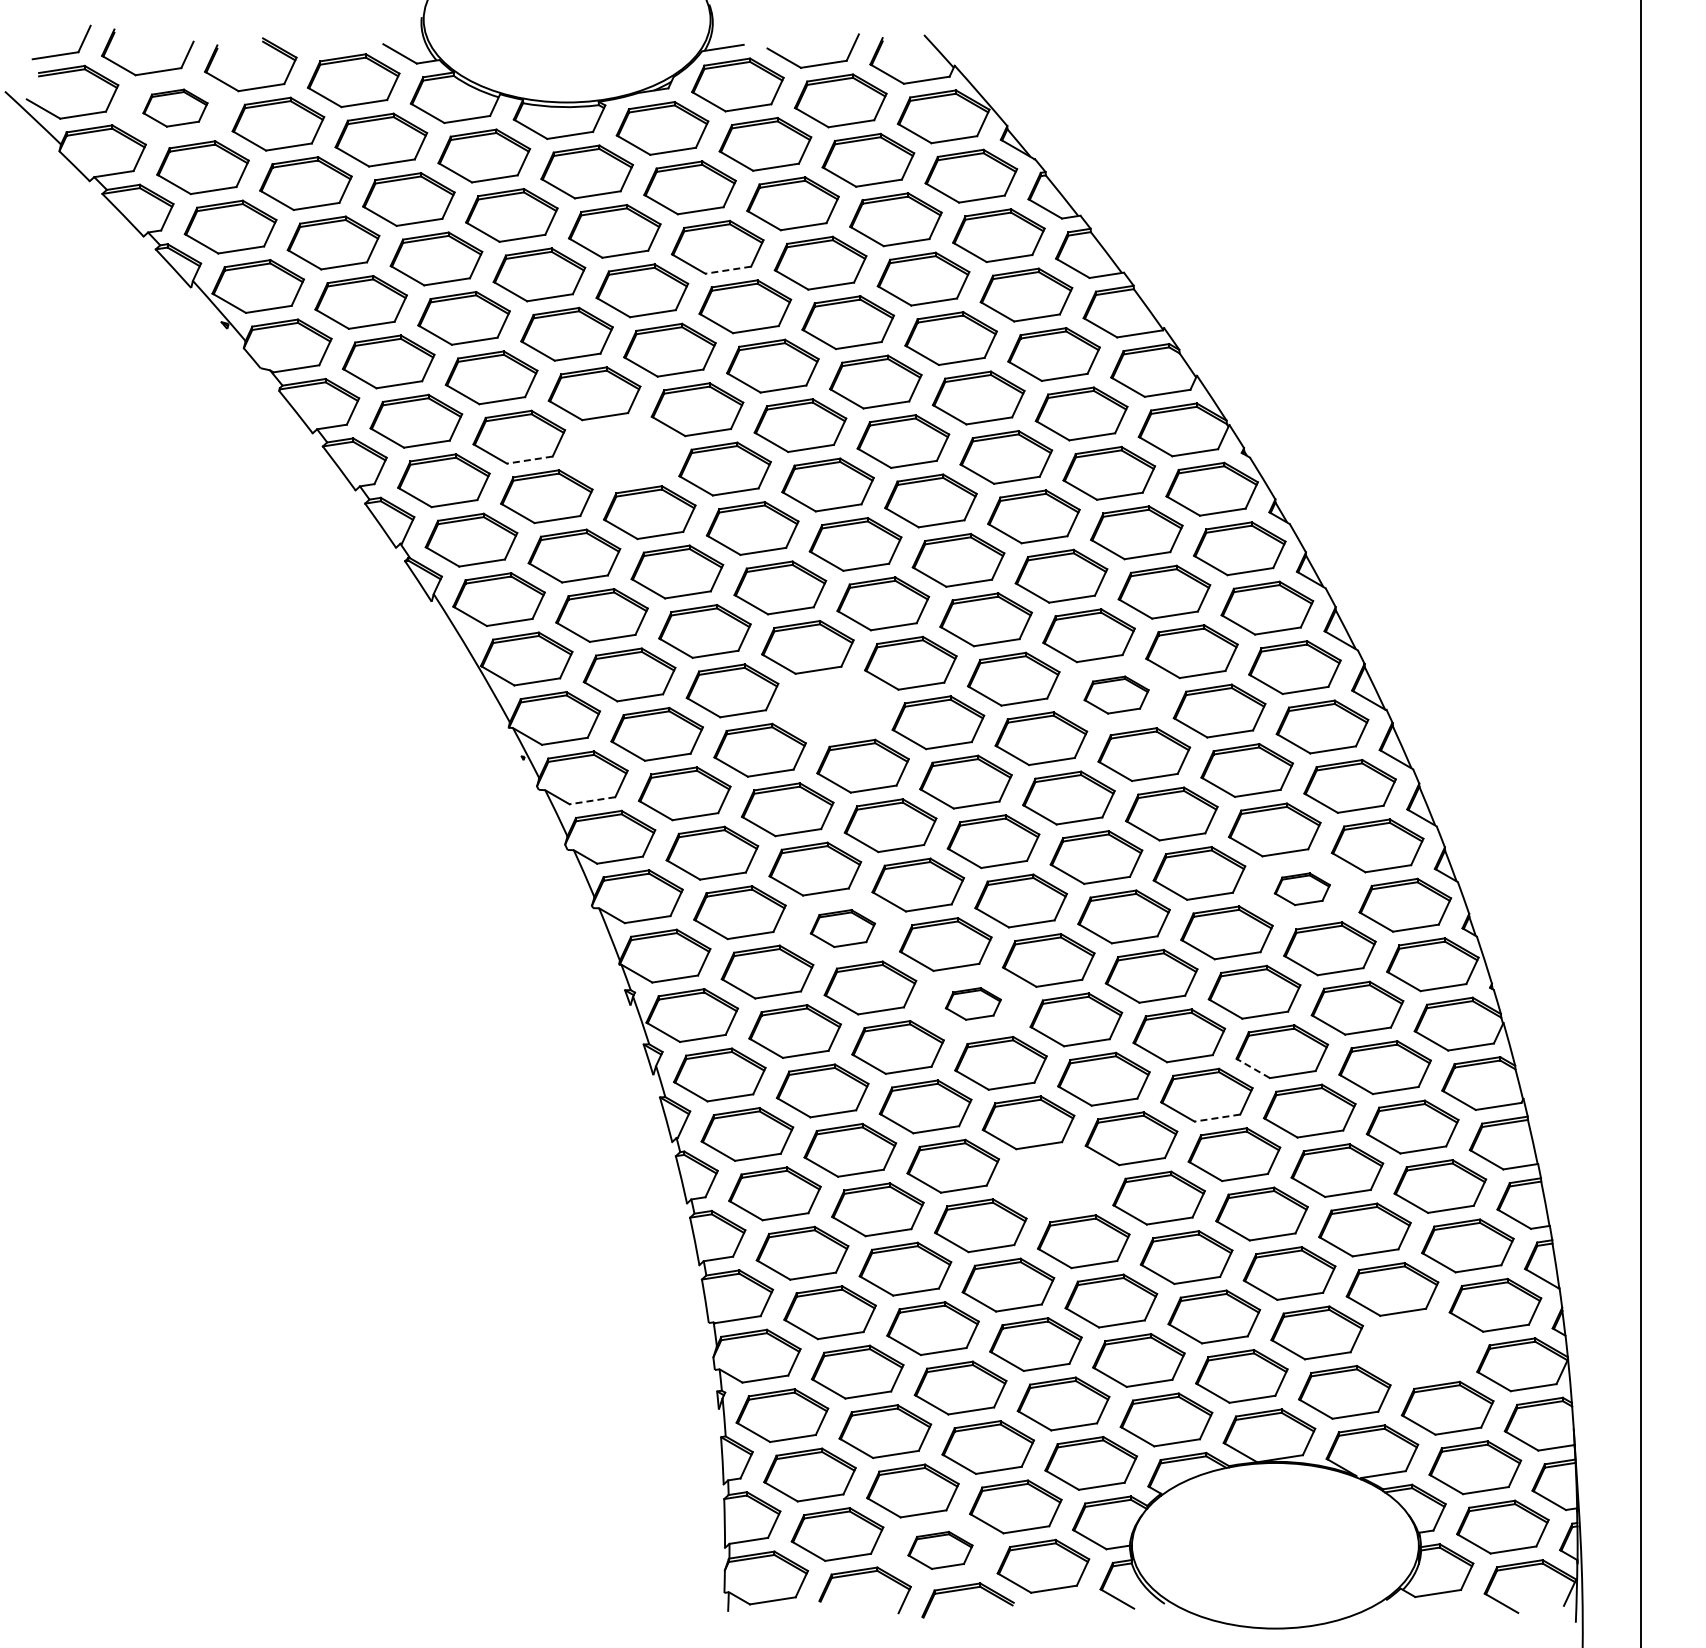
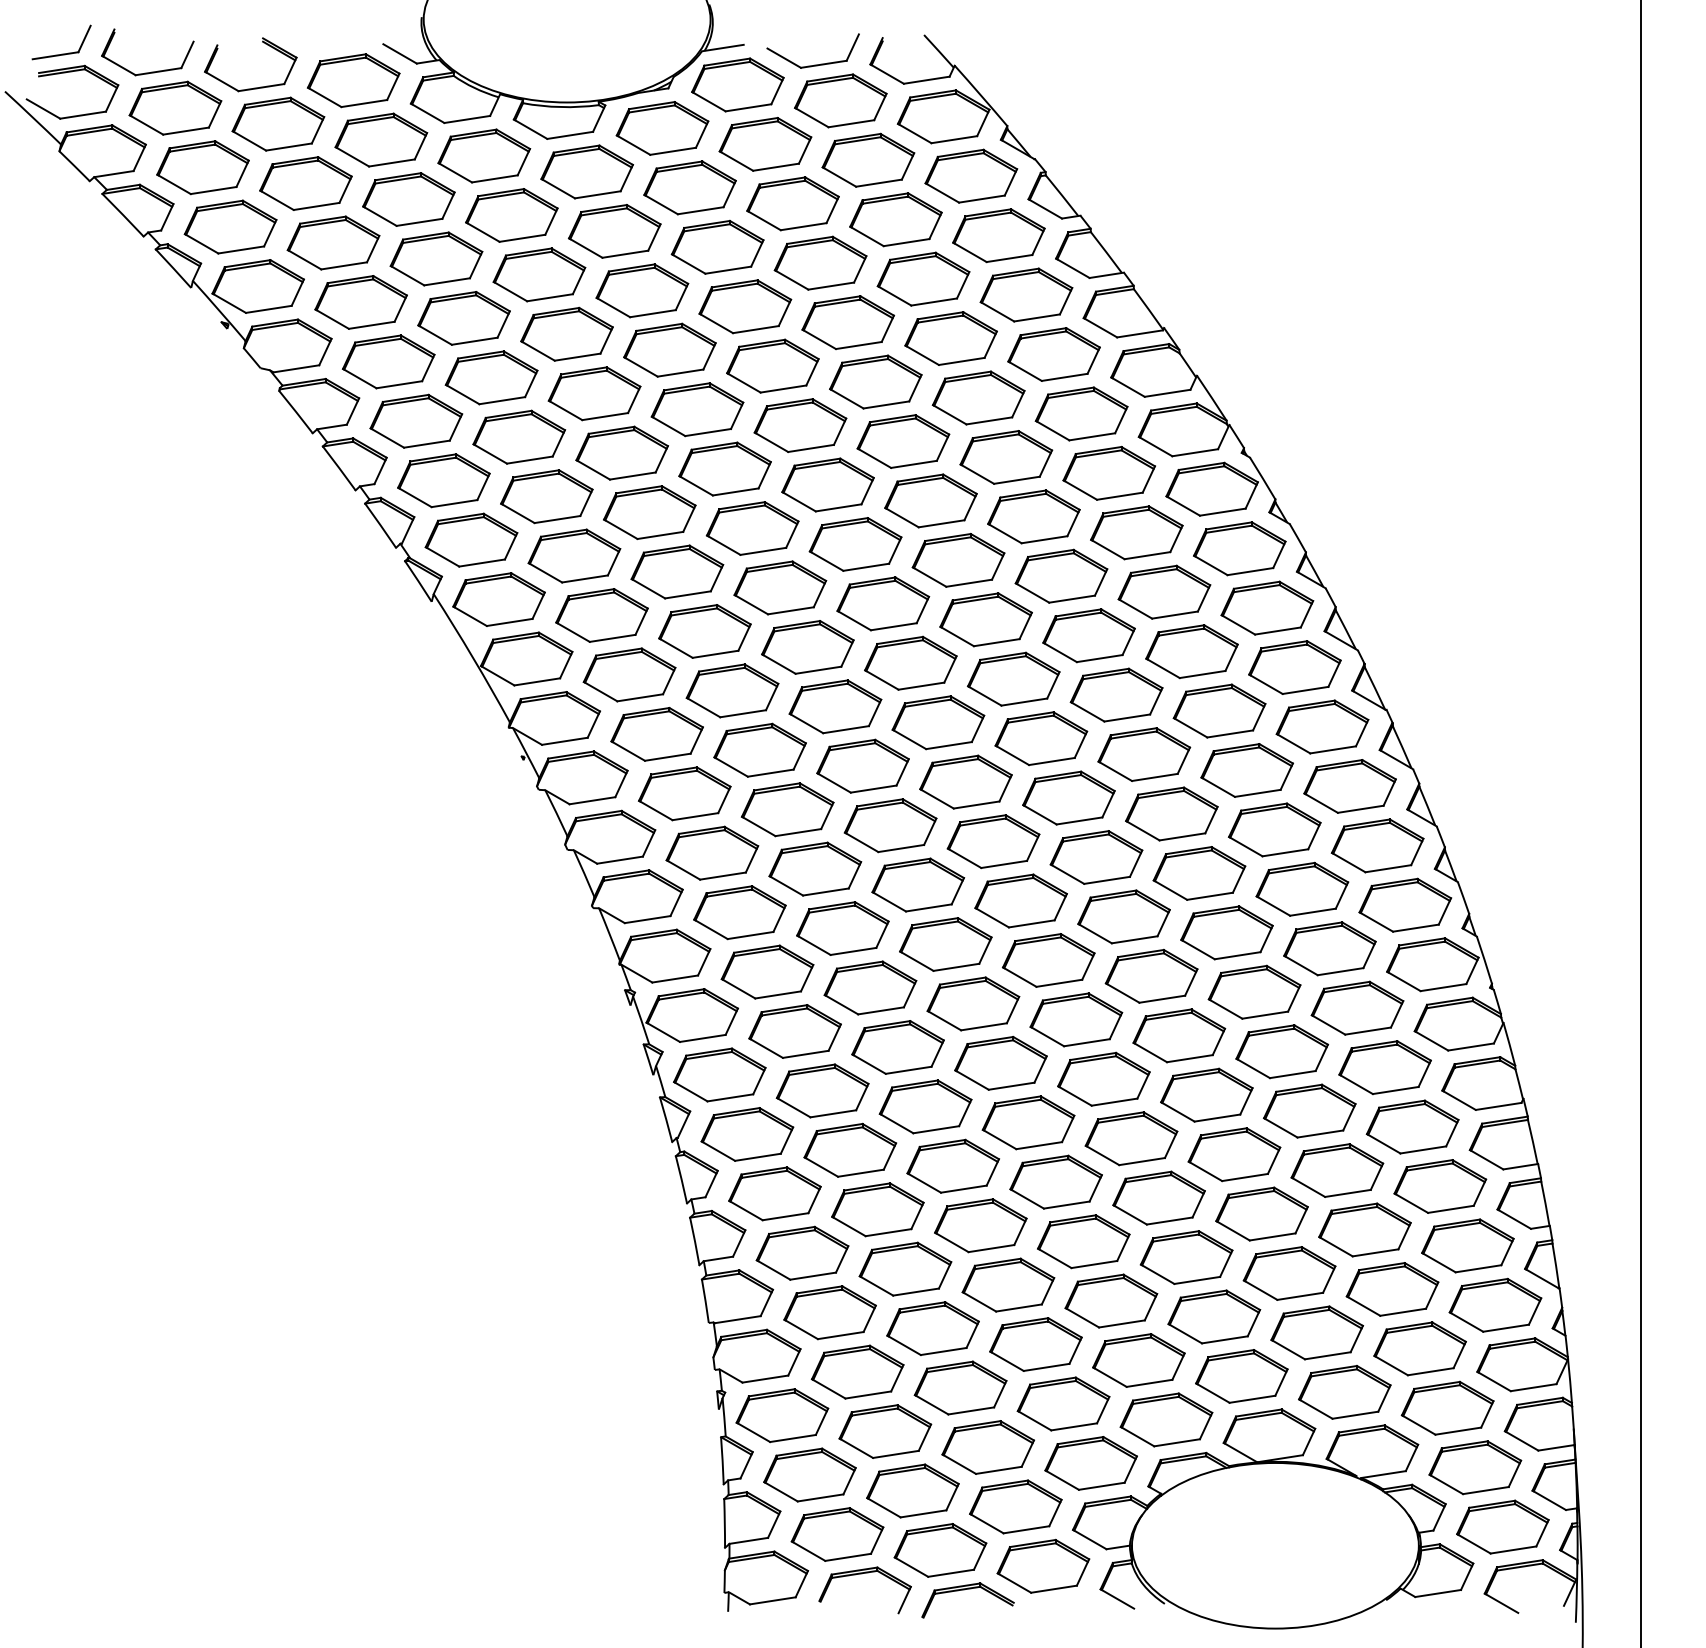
part at (175, 107) size: 67x40 px -> 95x56 px
line at (727, 270): dashed -> solid
part at (621, 452): none -> present
line at (529, 460): dashed -> solid
part at (1116, 694) size: 67x40 px -> 95x56 px
part at (835, 706): none -> present
line at (591, 800): dashed -> solid
part at (1301, 889) size: 58x35 px -> 95x56 px
part at (842, 928) size: 68x40 px -> 94x55 px
part at (972, 1003) size: 58x34 px -> 95x56 px
line at (1252, 1068): dashed -> solid
line at (1216, 1118): dashed -> solid
part at (1055, 1181): none -> present
part at (1419, 1348): none -> present
part at (940, 1550) size: 67x39 px -> 95x55 px
